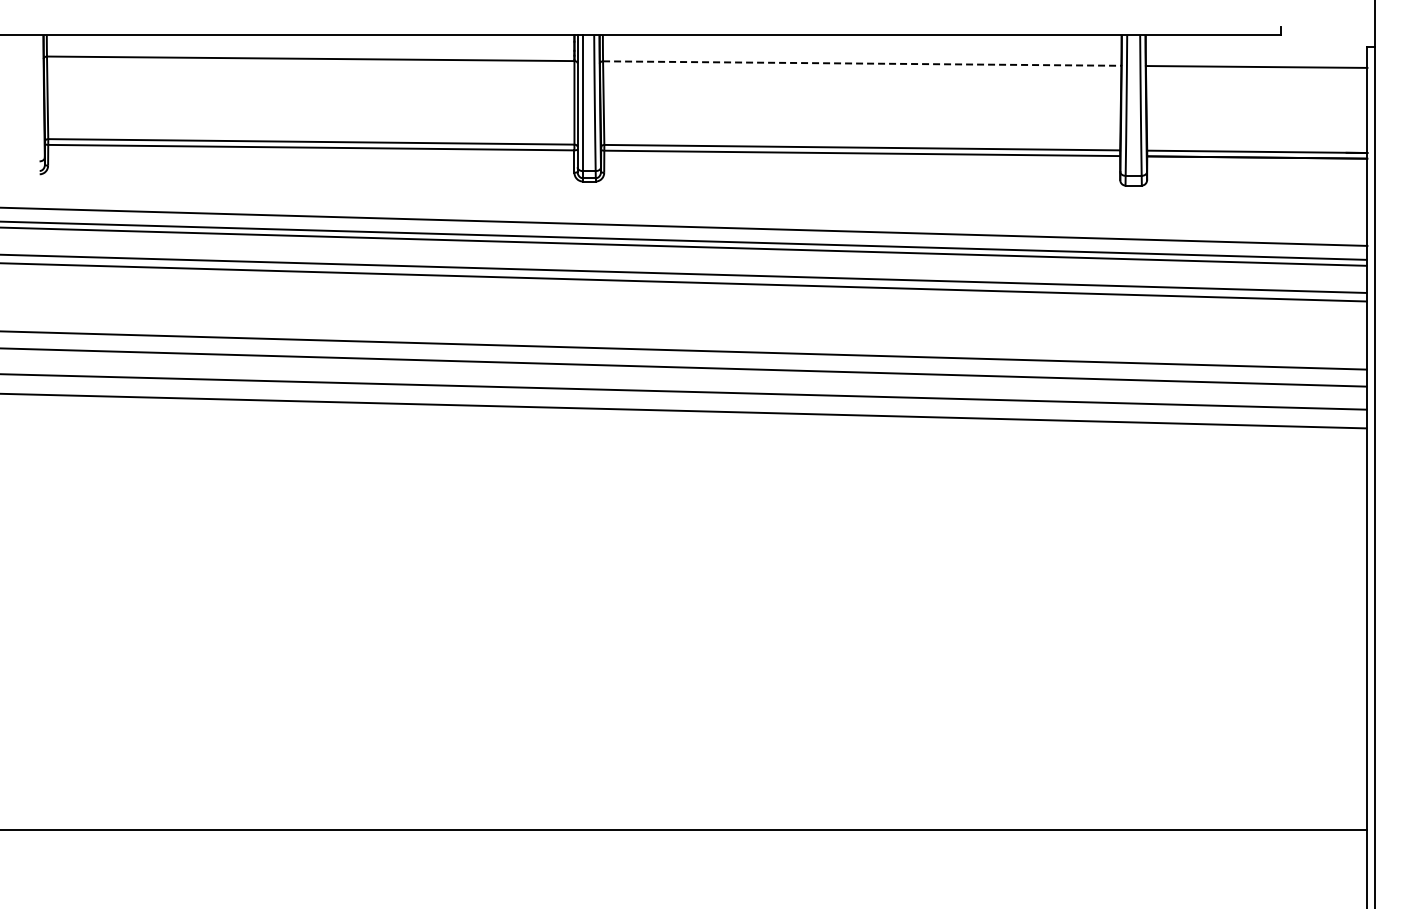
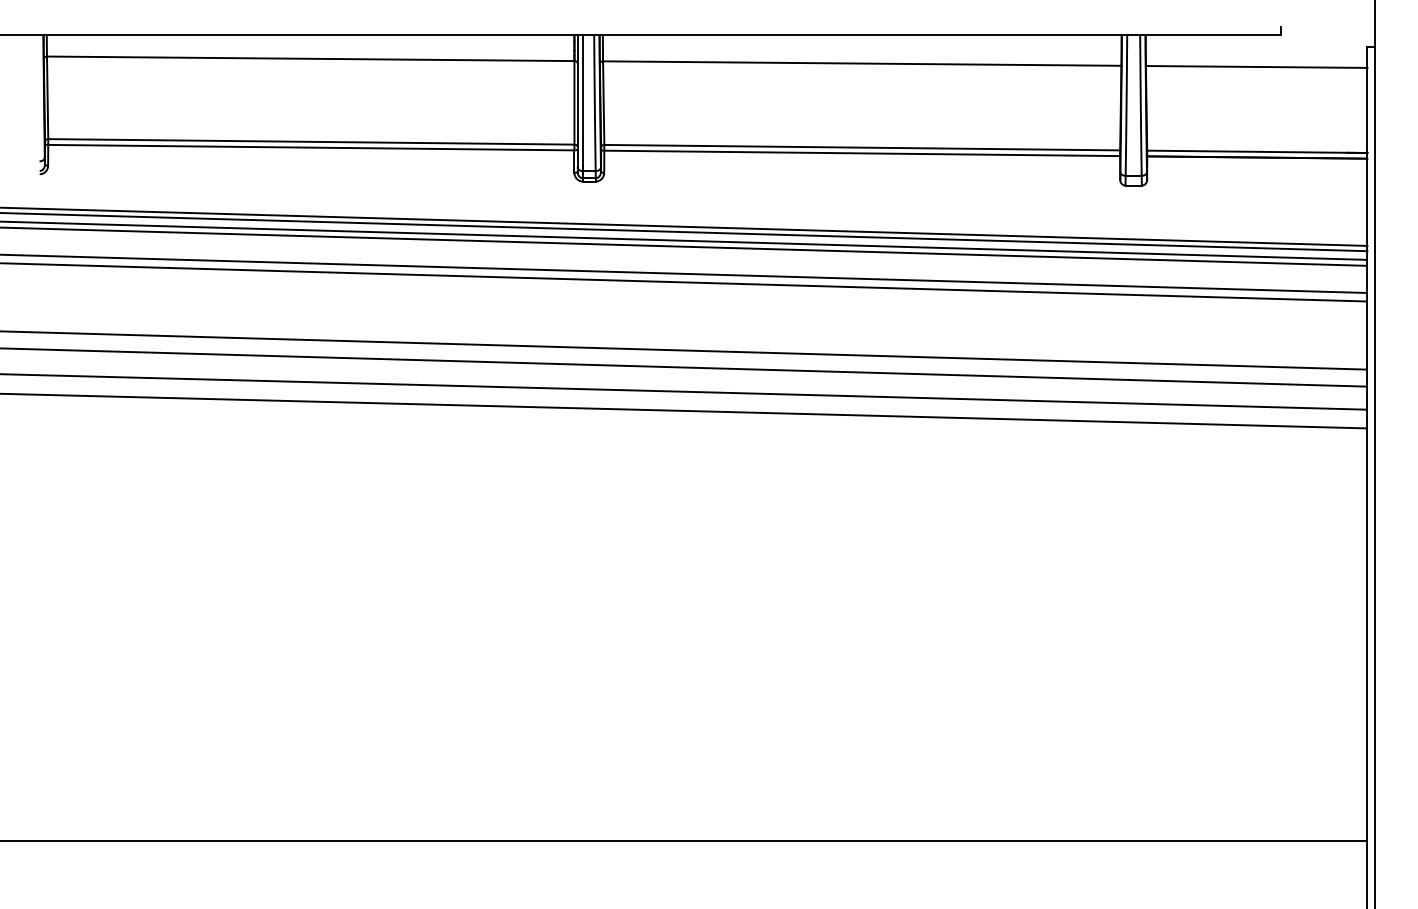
line at (862, 63): dashed -> solid
line at (684, 232): none -> present
line at (684, 830) position: (684, 830) -> (684, 841)
